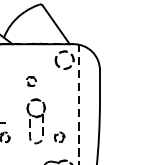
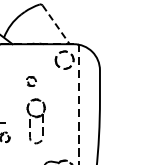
line at (56, 24): solid -> dashed
part at (59, 136): present -> none
